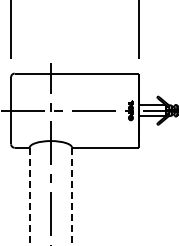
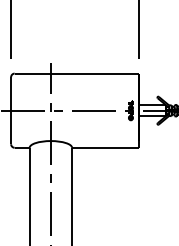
line at (29, 196): dashed -> solid
line at (72, 196): dashed -> solid
